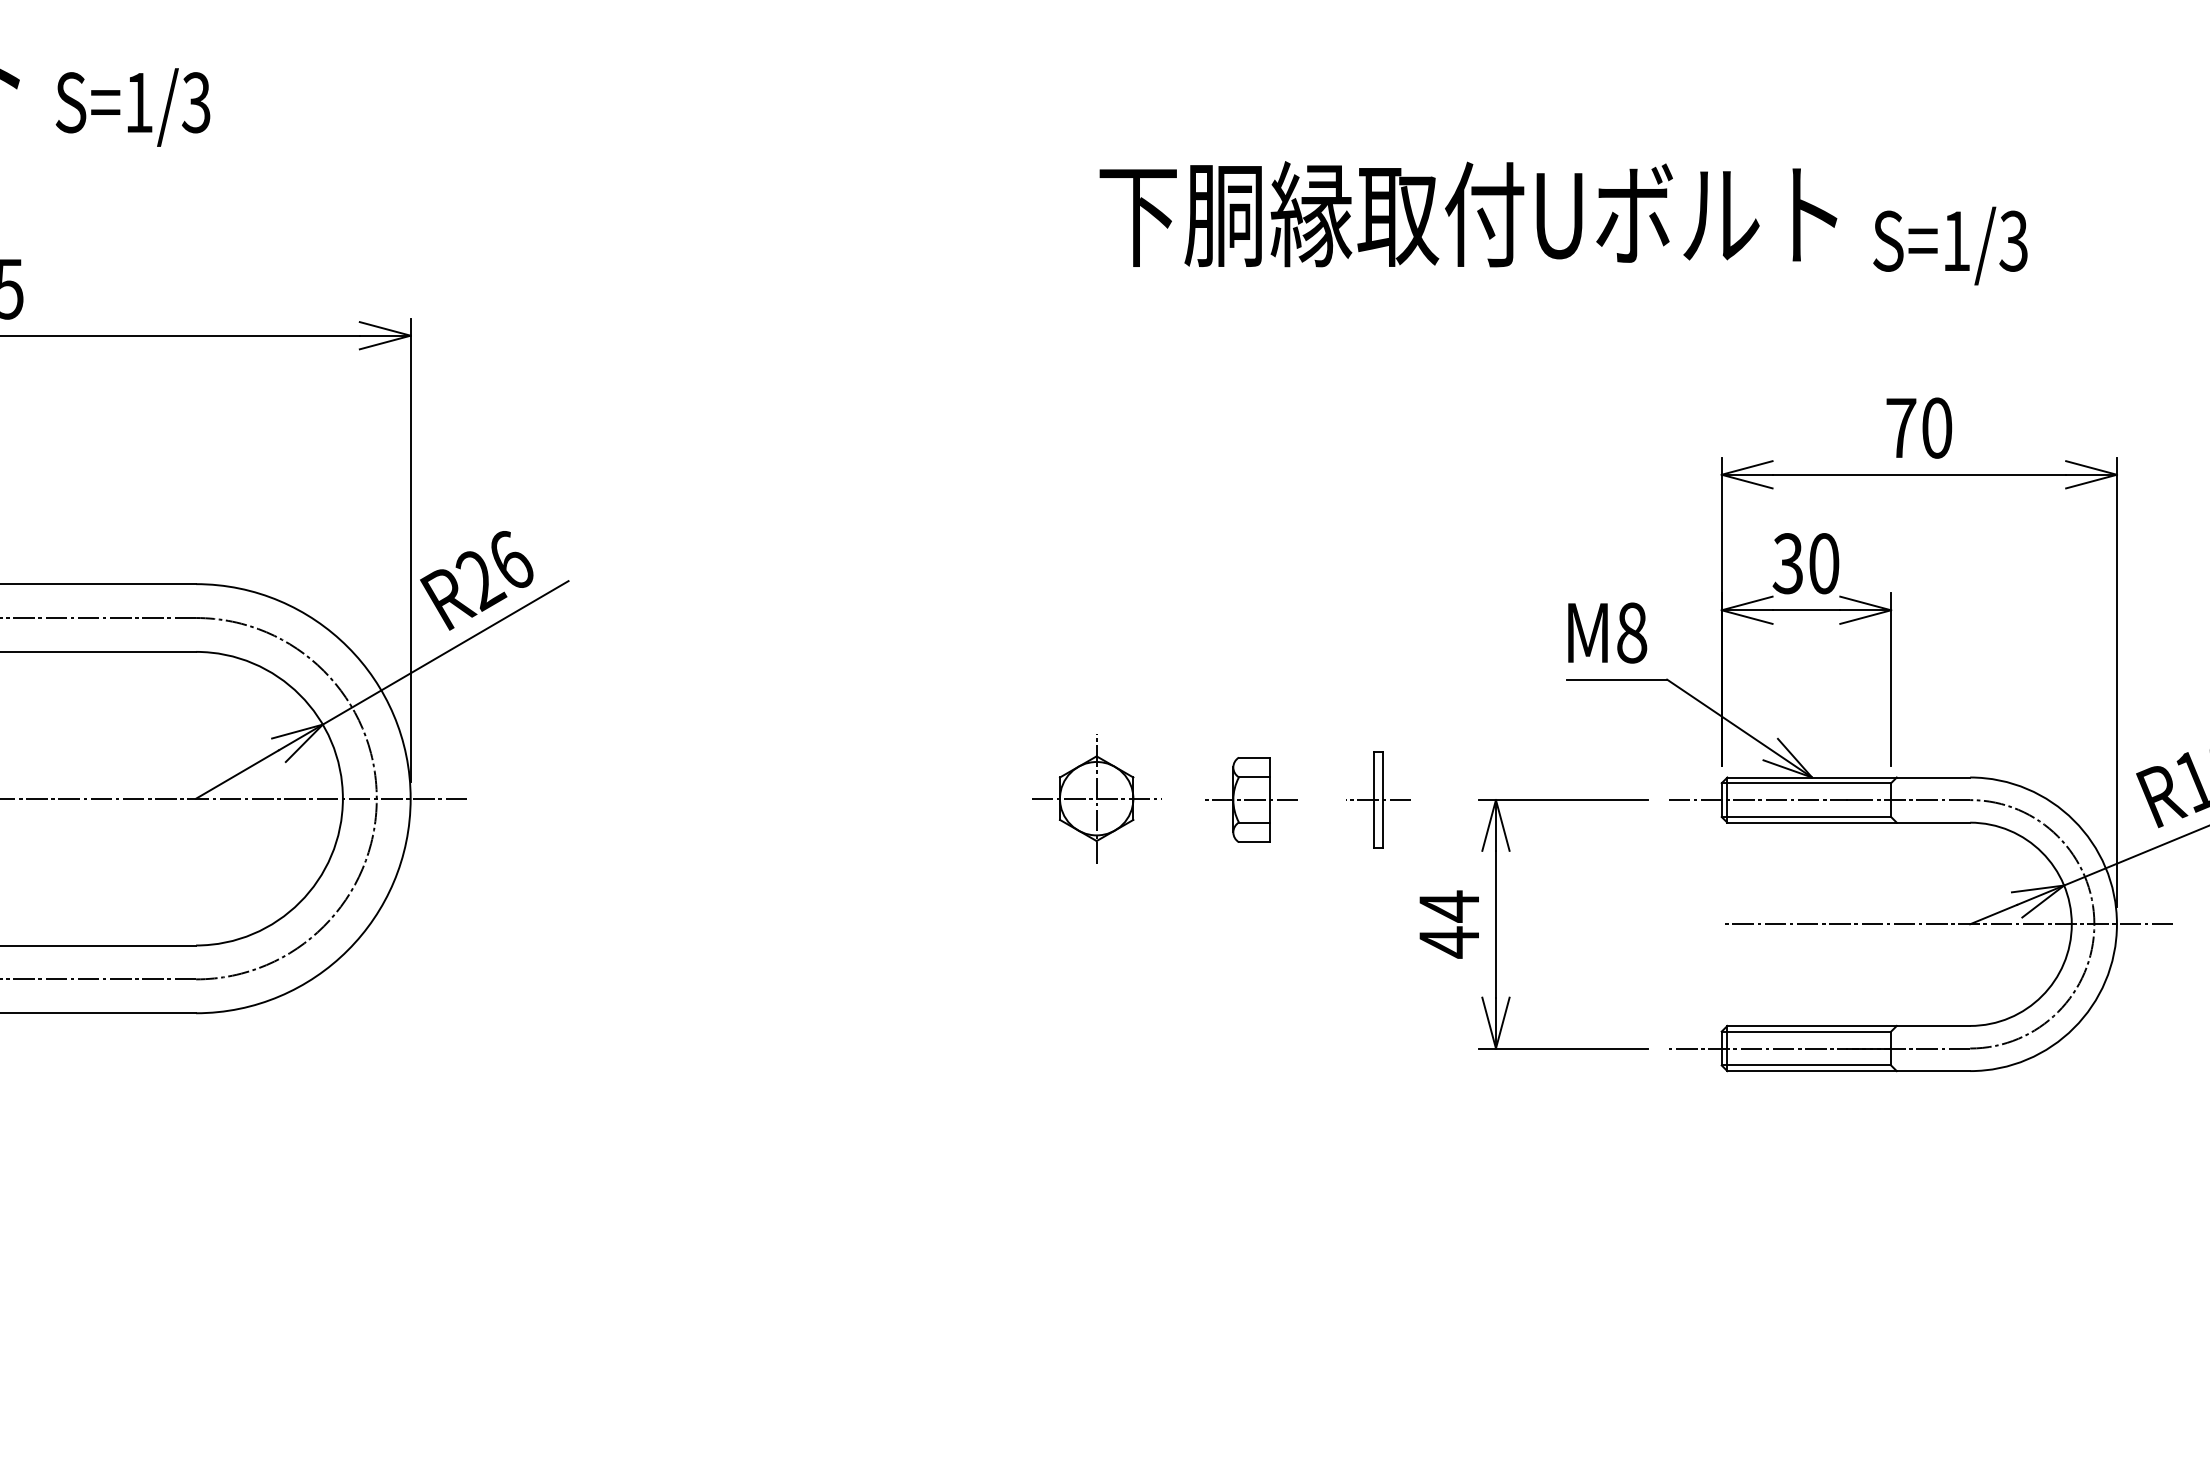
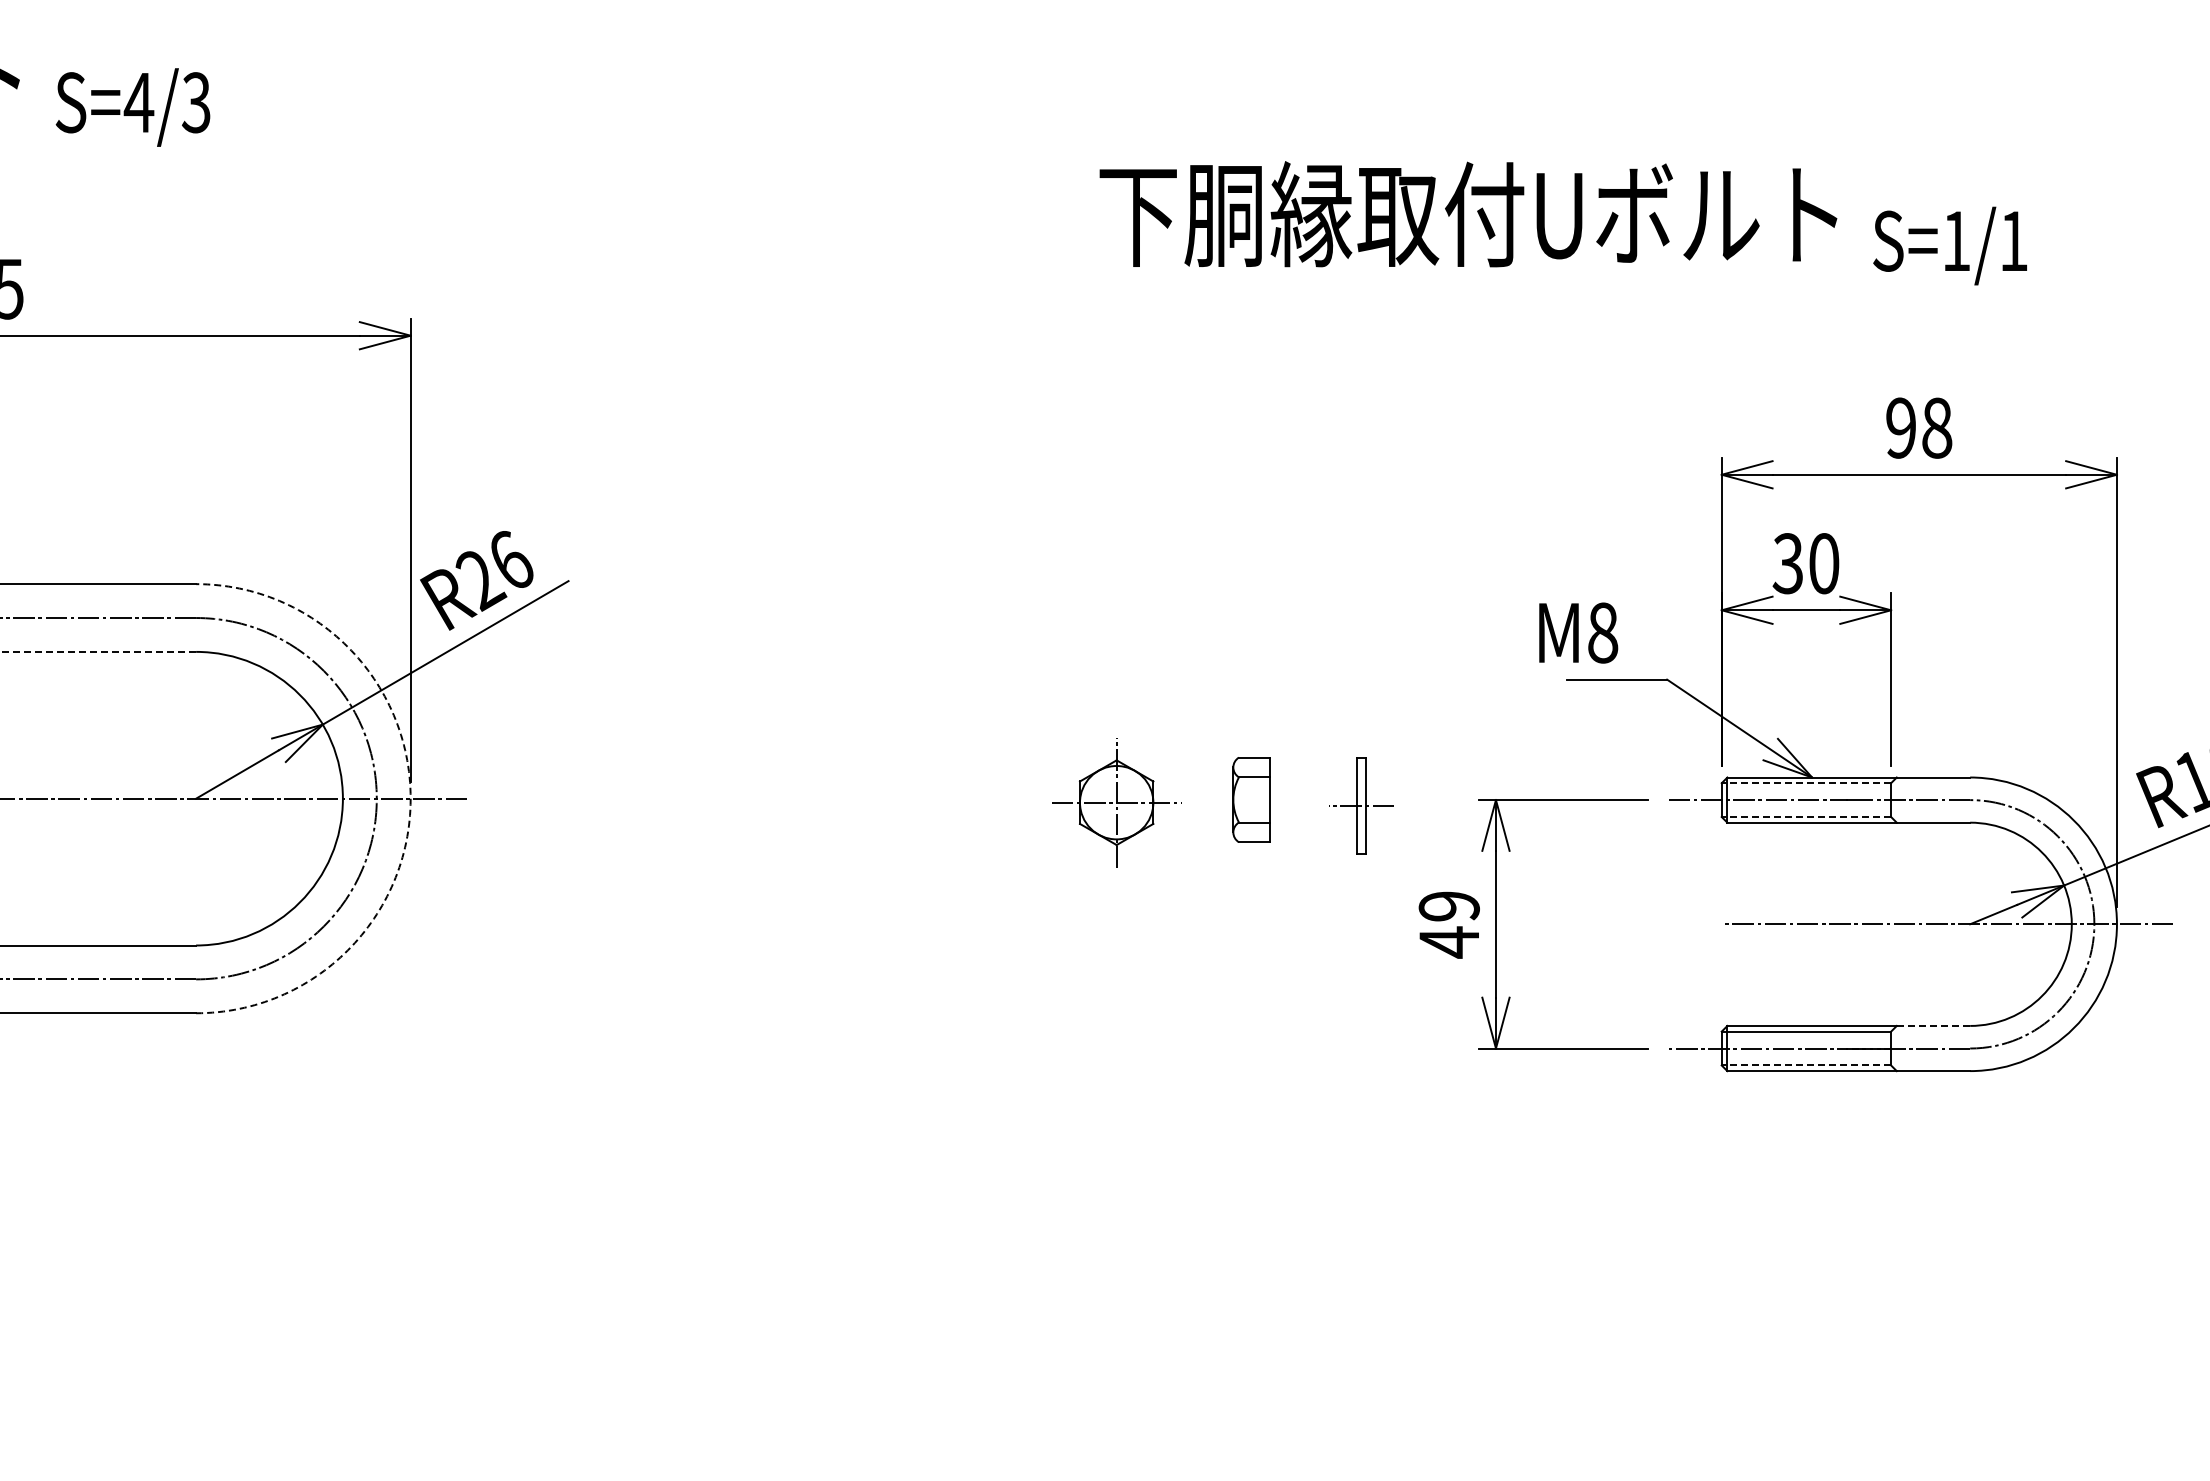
text at (138, 102): S=1/3 -> S=4/3
text at (2013, 240): S=1/3 -> S=1/1
text at (1919, 427): 70 -> 98
text at (1607, 632) position: (1607, 632) -> (1578, 632)
line at (98, 651): solid -> dashed
line at (1806, 783): solid -> dashed
arc at (410, 798): solid -> dashed
part at (1096, 798) position: (1096, 798) -> (1116, 802)
part at (1378, 799) position: (1378, 799) -> (1361, 805)
line at (1251, 800): present -> none
line at (1806, 817): solid -> dashed
text at (1448, 906): 44 -> 49
line at (1933, 1025): solid -> dashed
line at (1806, 1065): solid -> dashed
